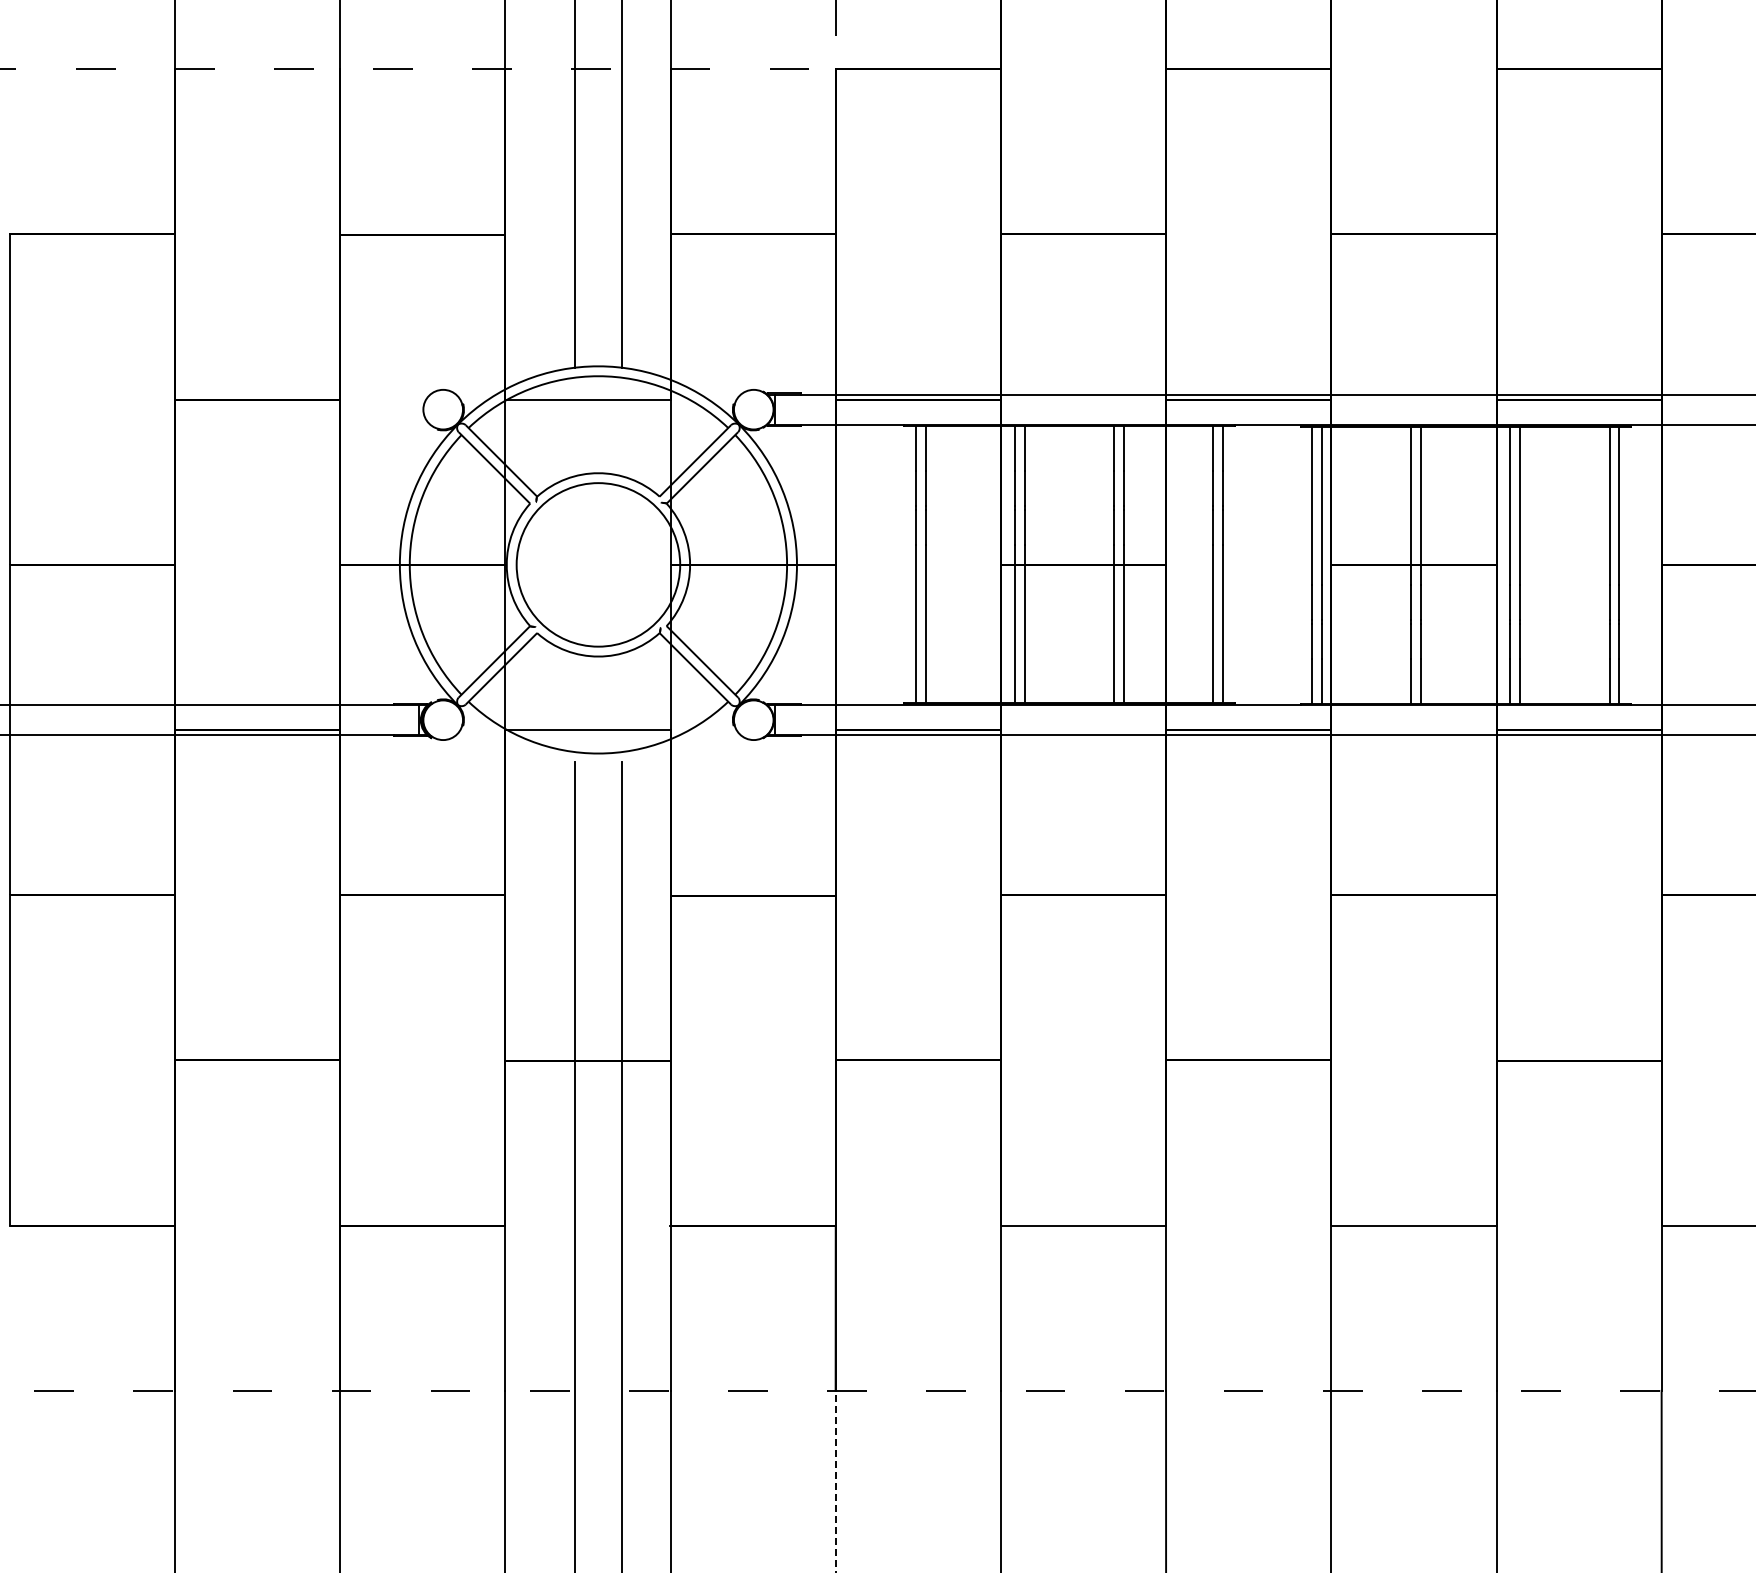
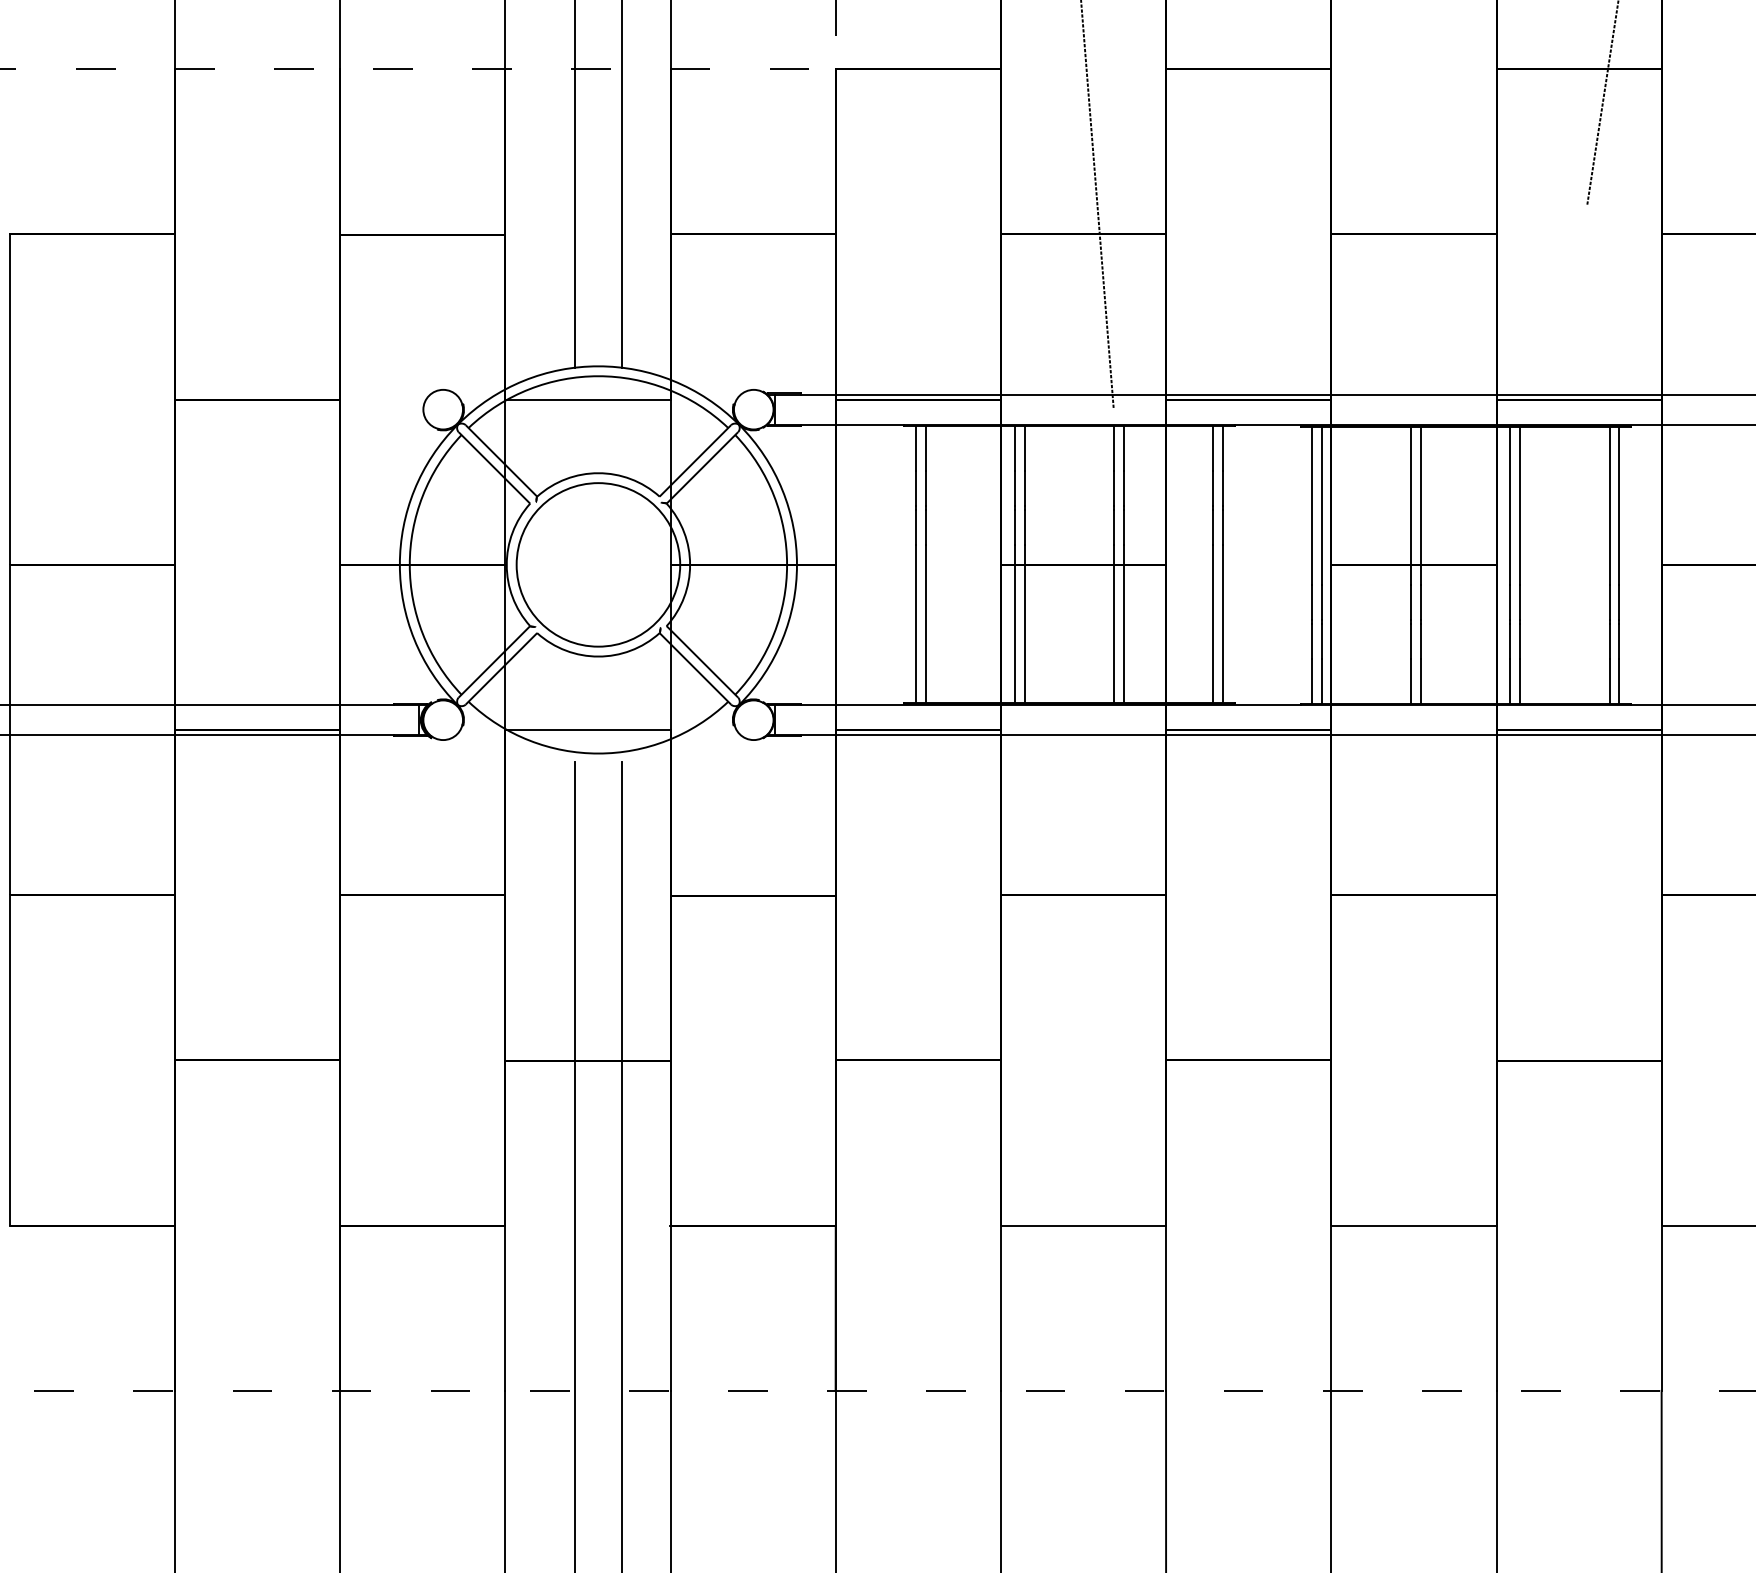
line at (1602, 103): none -> present
line at (1097, 204): none -> present
line at (835, 1481): dashed -> solid
